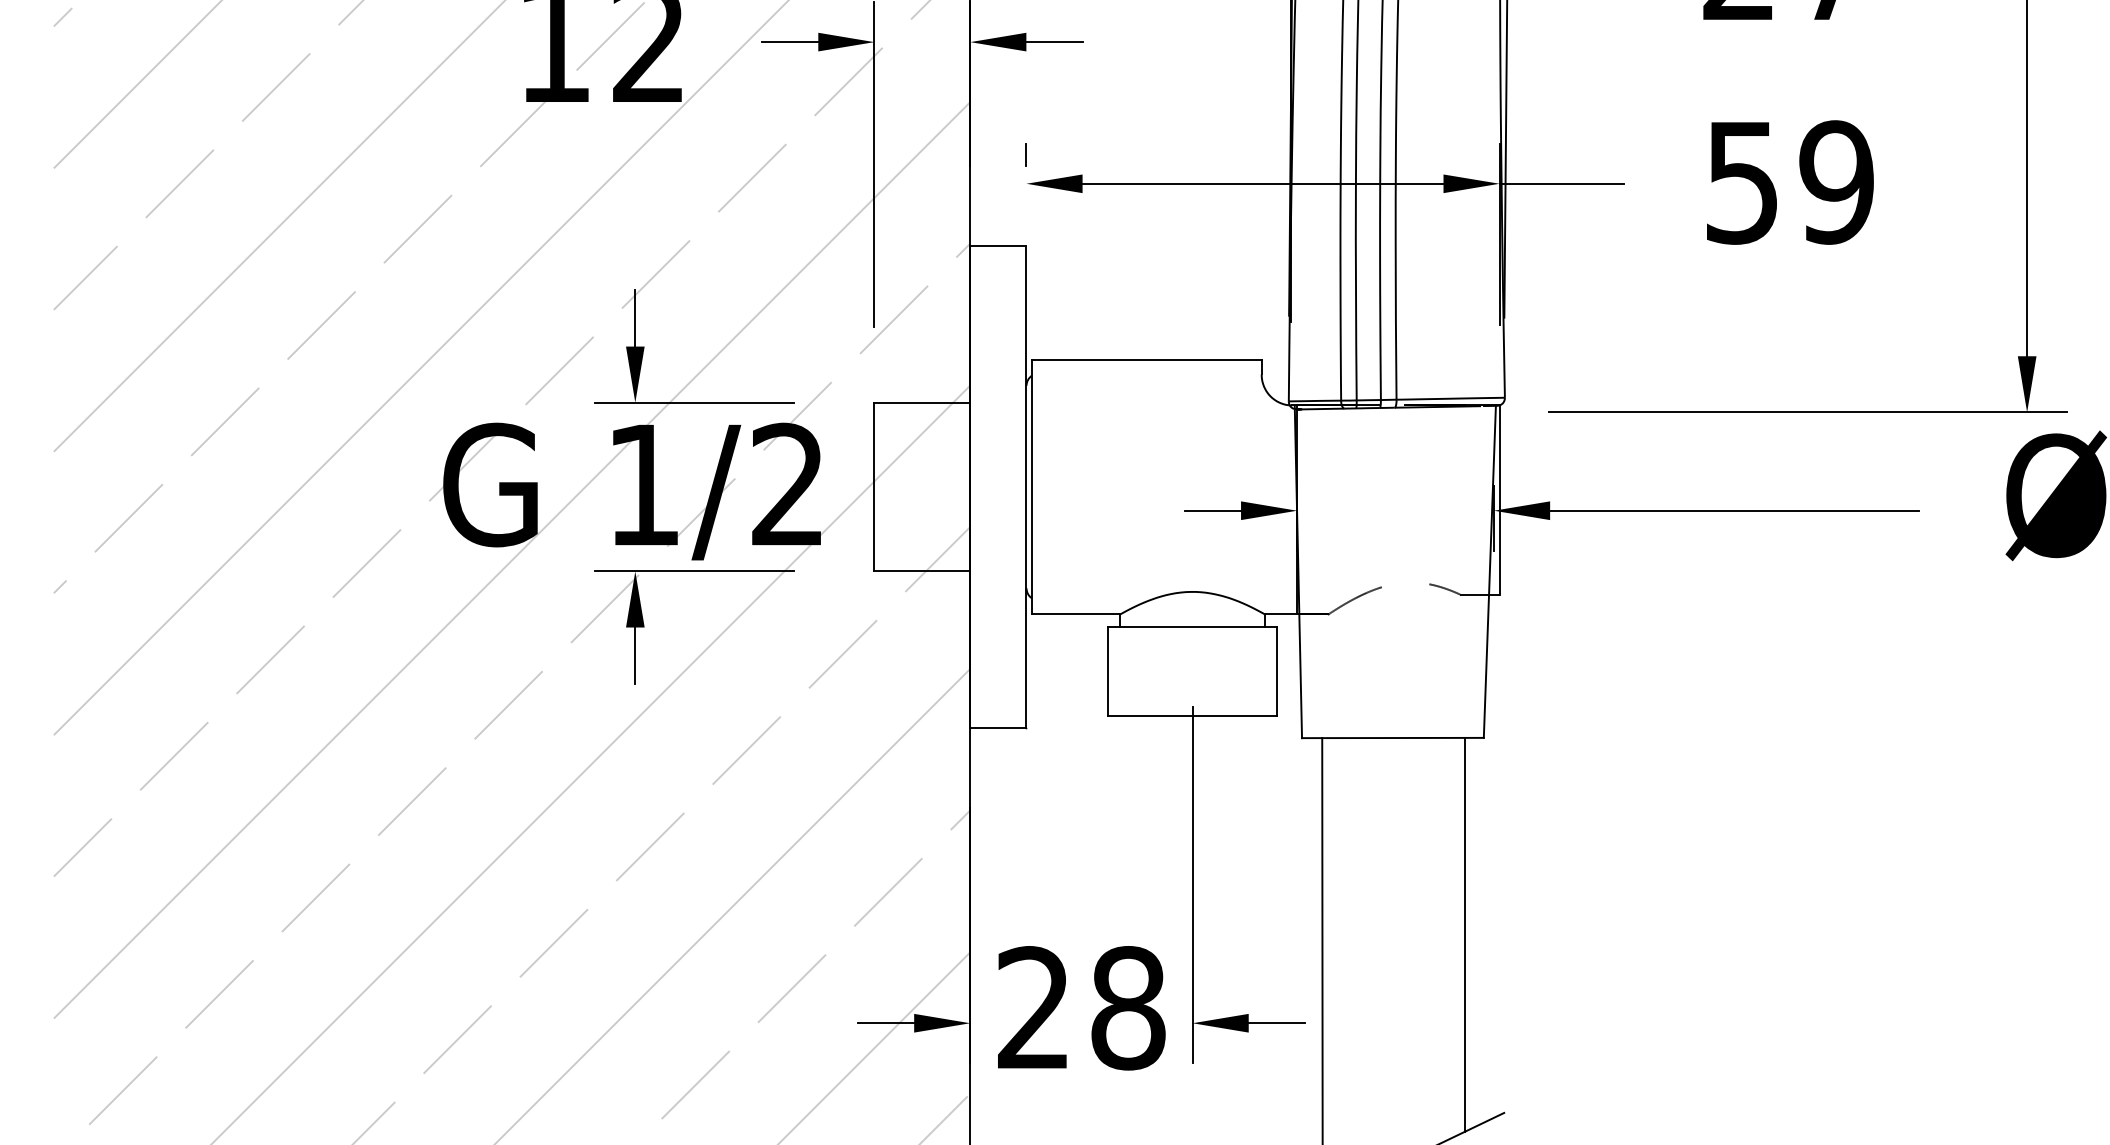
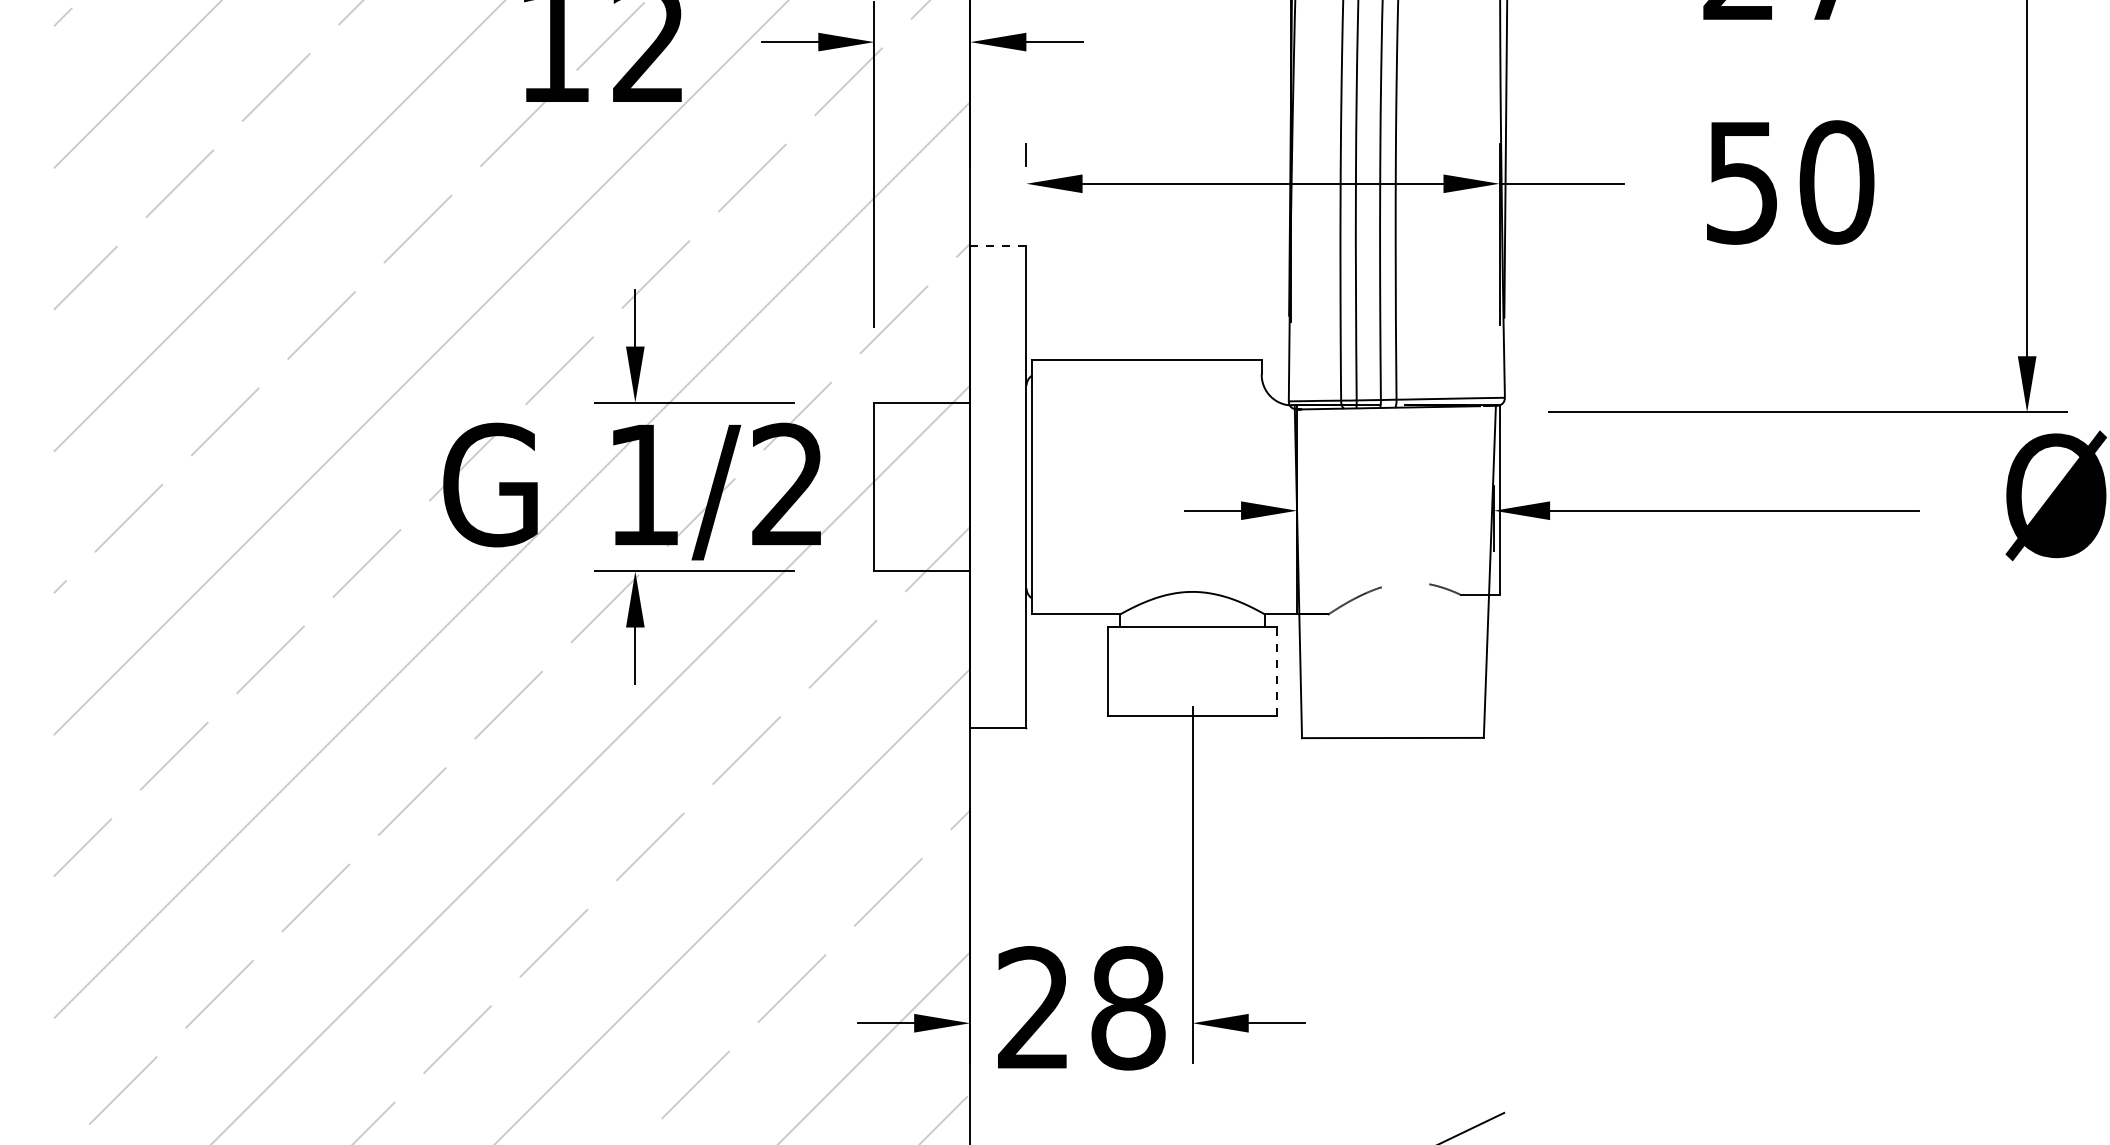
text at (1836, 182): 59 -> 50
line at (997, 245): solid -> dashed
line at (1276, 670): solid -> dashed
line at (1465, 934): present -> none
line at (1322, 939): present -> none
